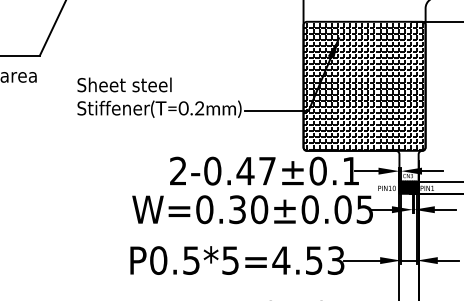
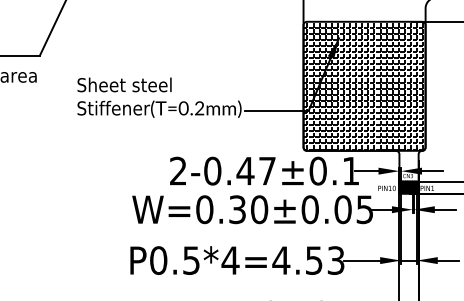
text at (230, 260): P0.5*5=4.53 -> P0.5*4=4.53
